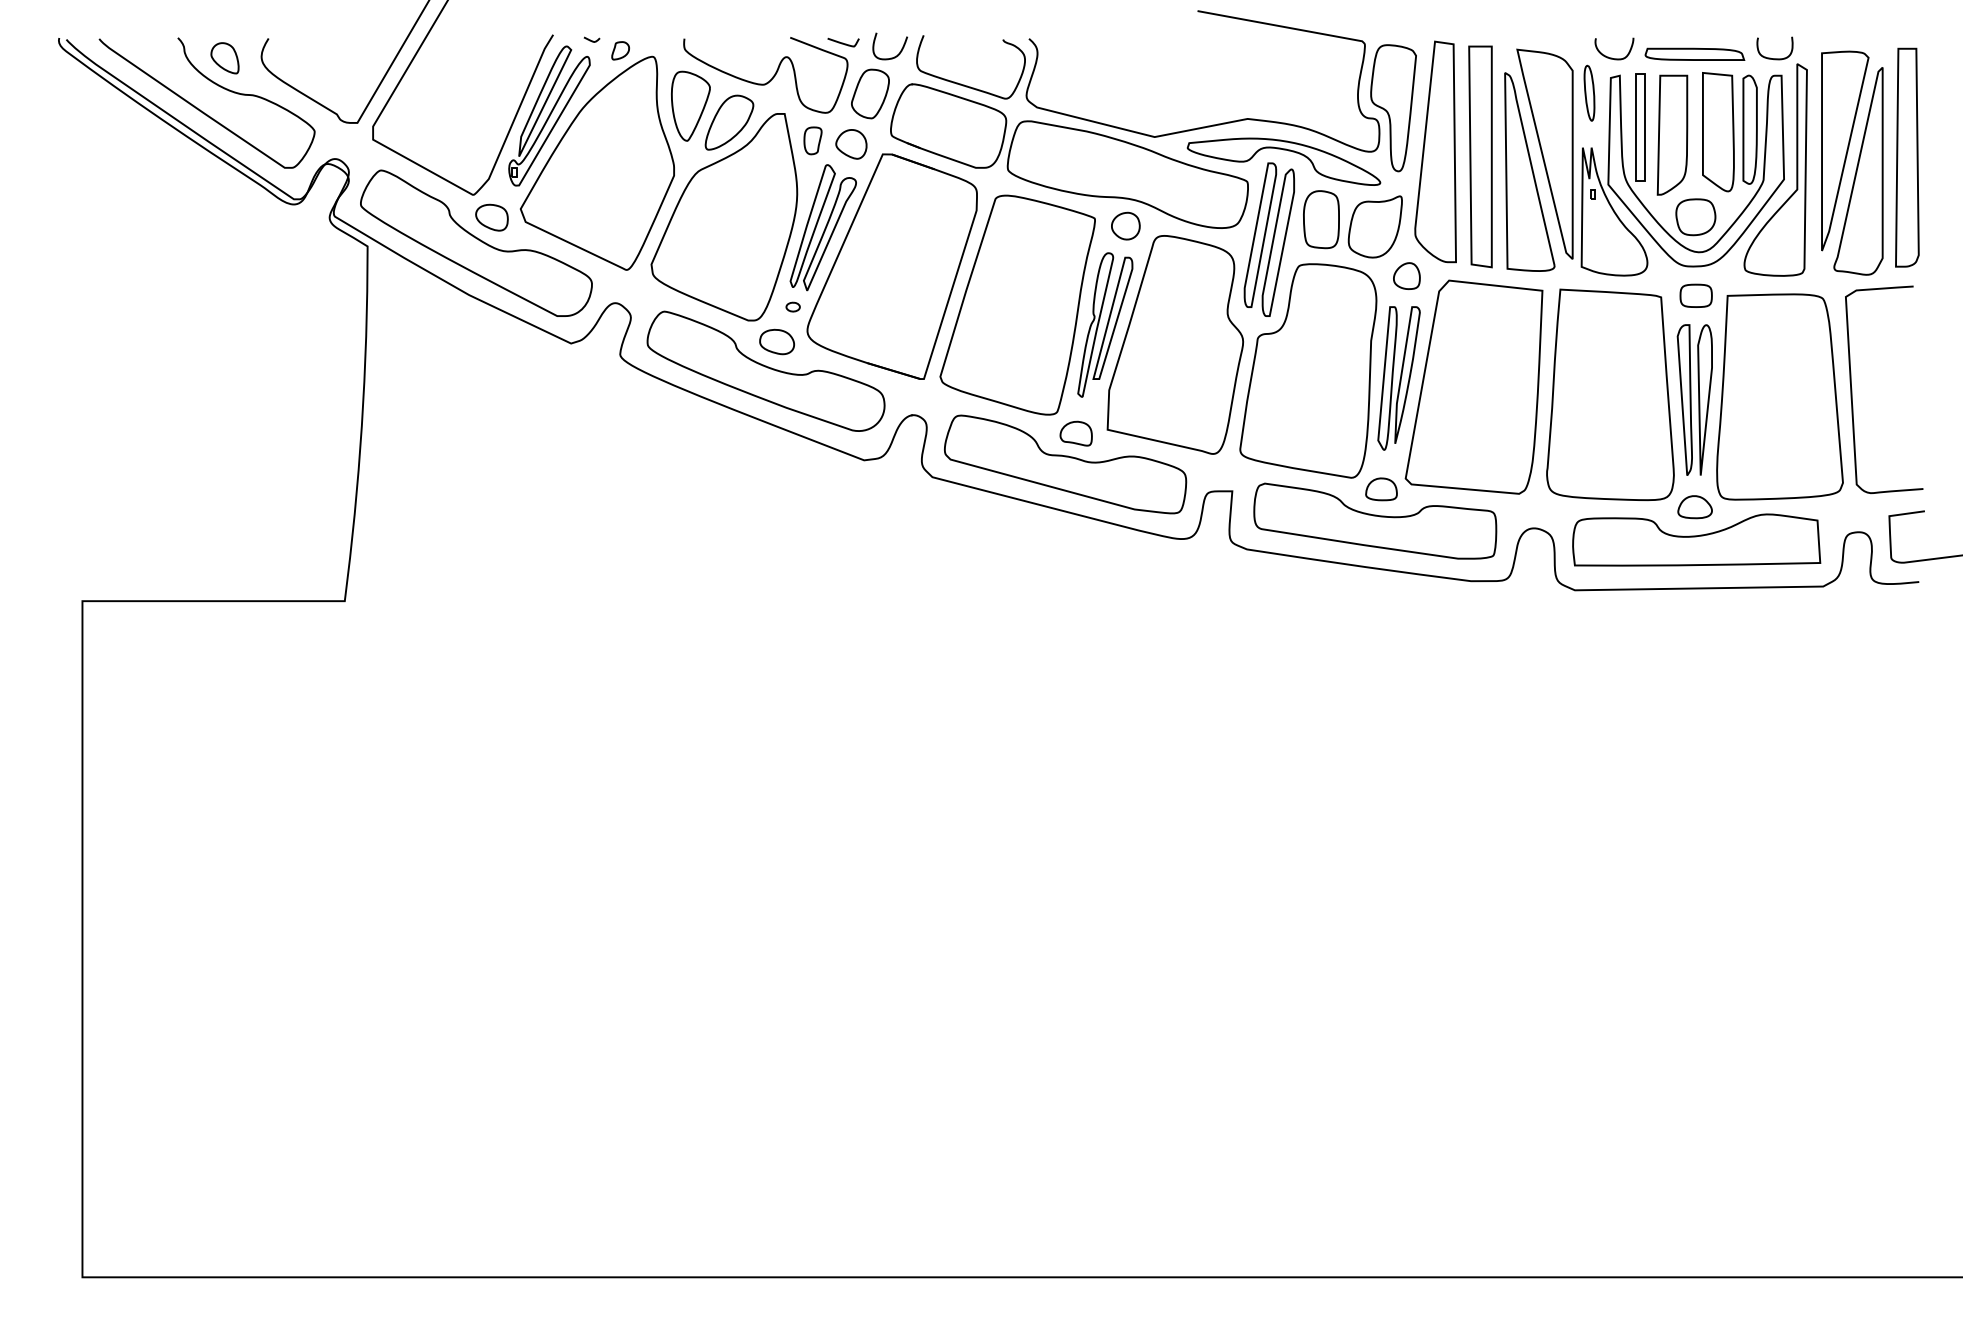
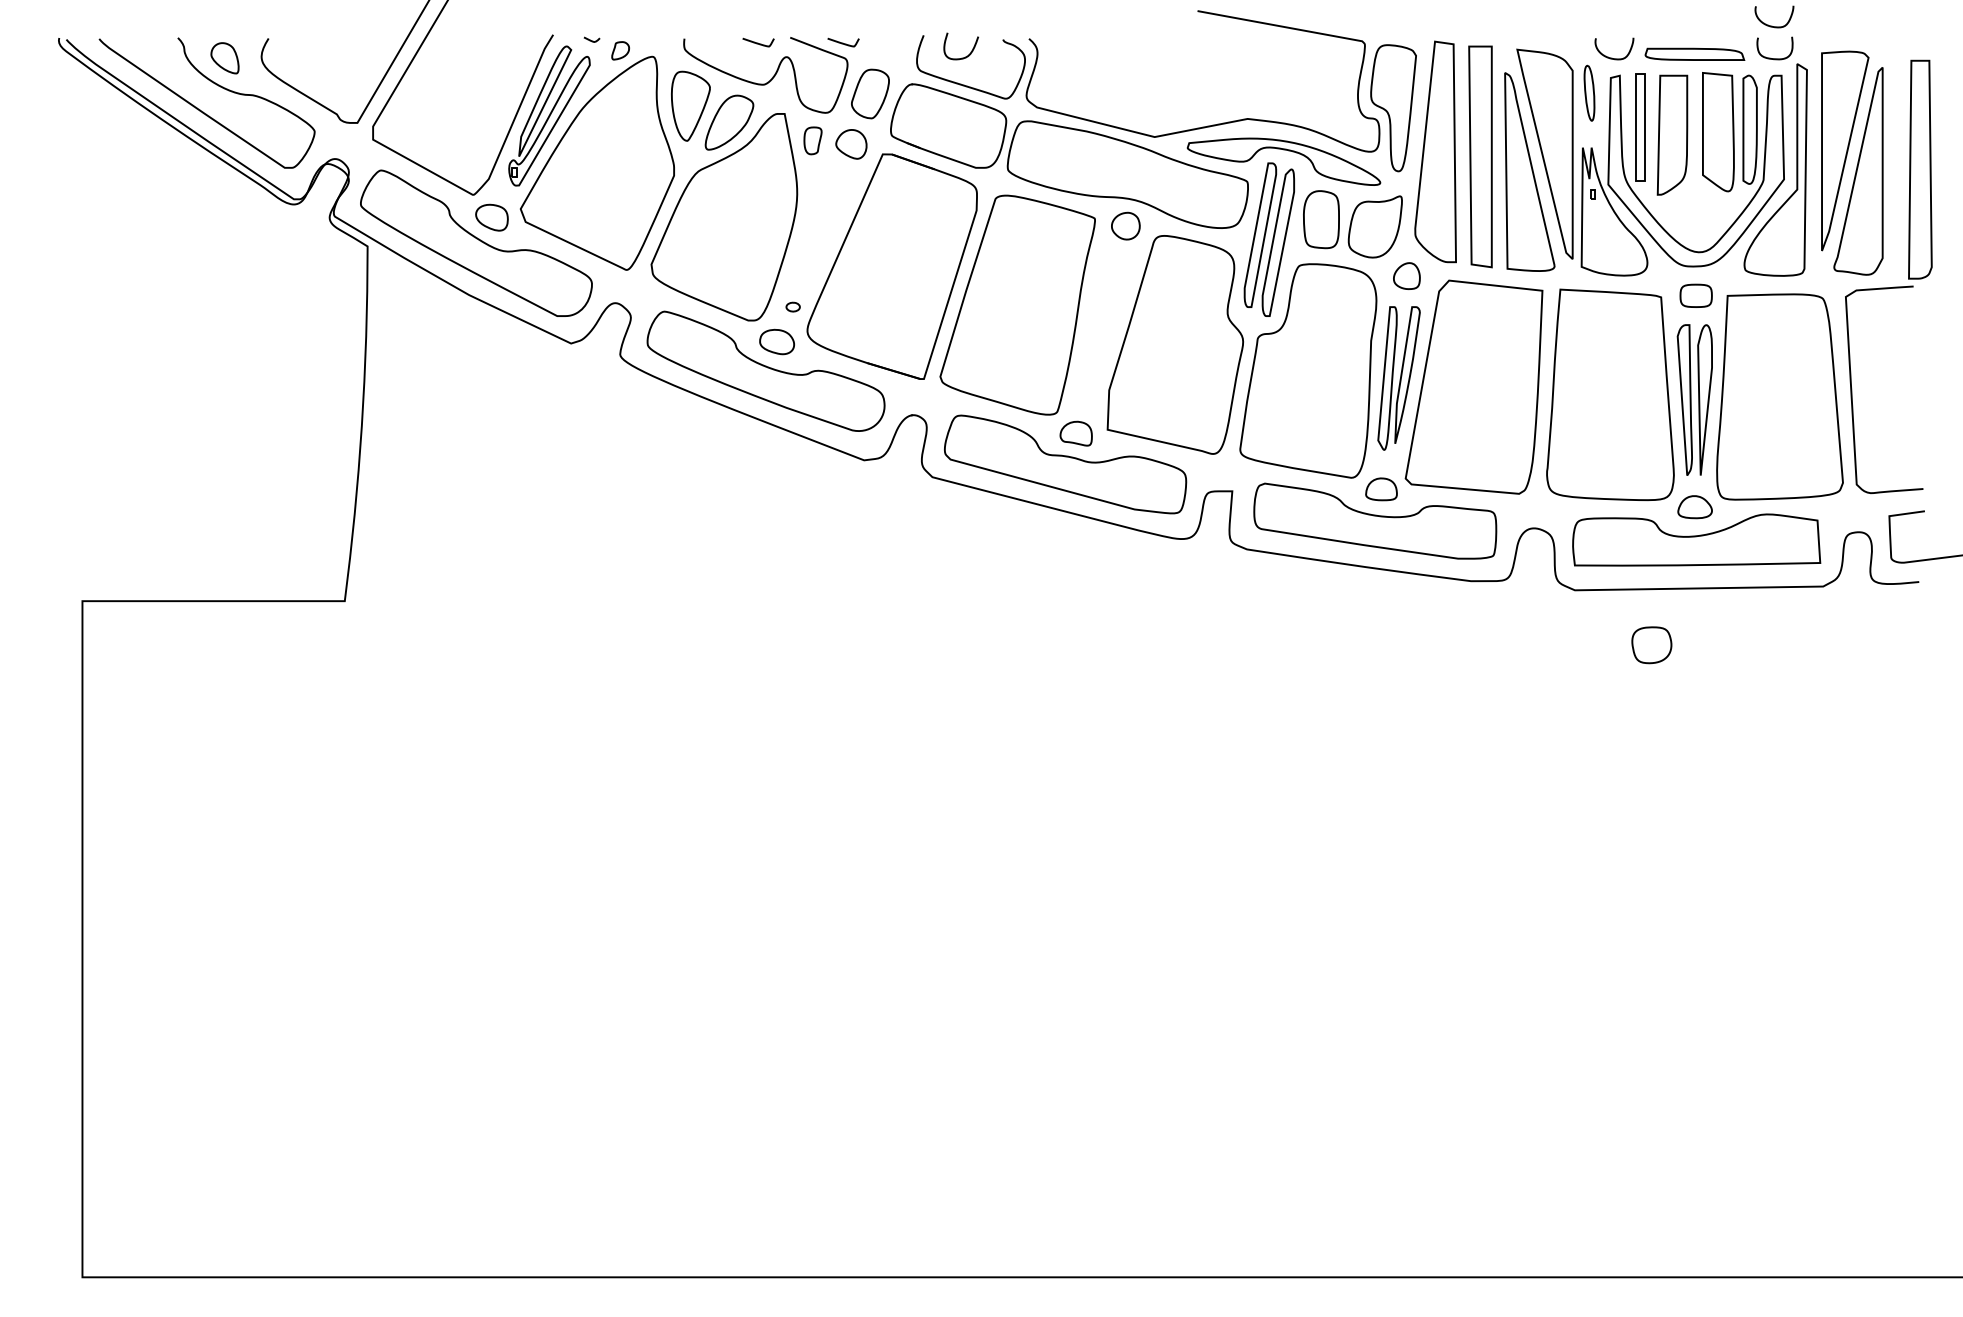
curve at (1772, 25): none -> present
curve at (758, 42): none -> present
curve at (890, 57) position: (890, 57) -> (961, 57)
part at (1907, 157) position: (1907, 157) -> (1920, 169)
part at (1695, 217) position: (1695, 217) -> (1651, 645)
part at (822, 227): present -> none
part at (1105, 324): present -> none
